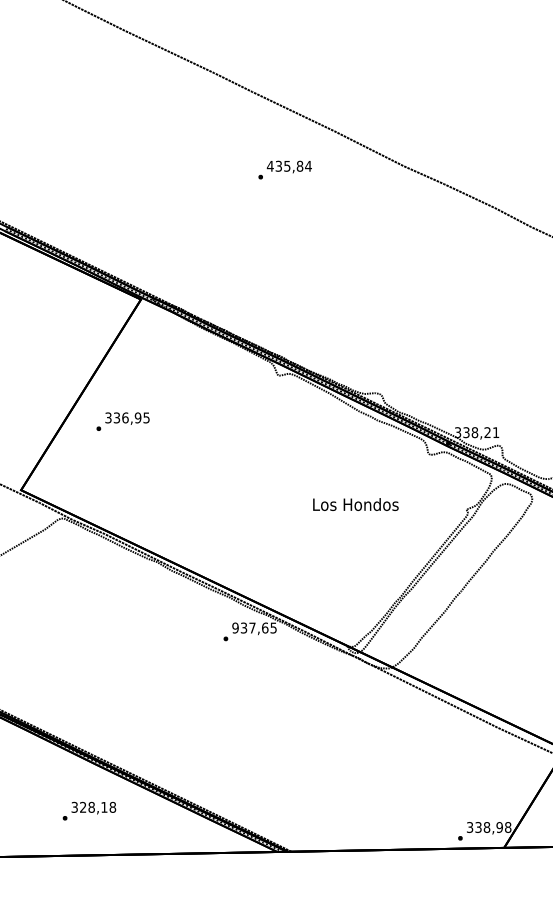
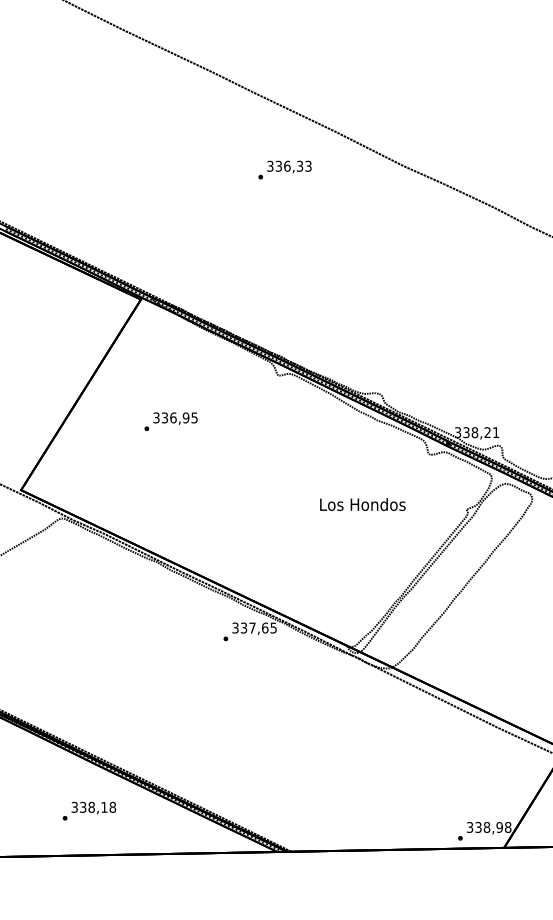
text at (288, 165): 435,84 -> 336,33
text at (122, 421) position: (122, 421) -> (170, 421)
text at (355, 504) position: (355, 504) -> (362, 504)
text at (235, 627): 937,65 -> 337,65
text at (83, 807): 328,18 -> 338,18
